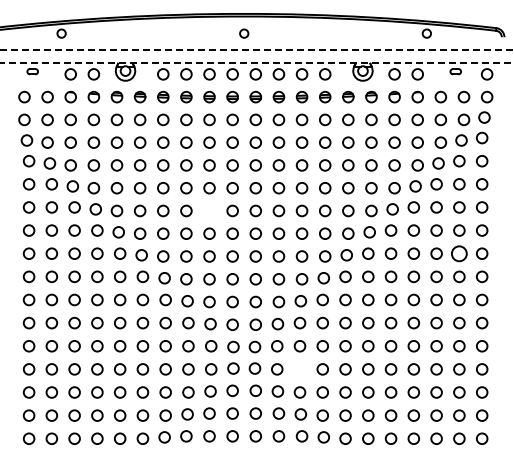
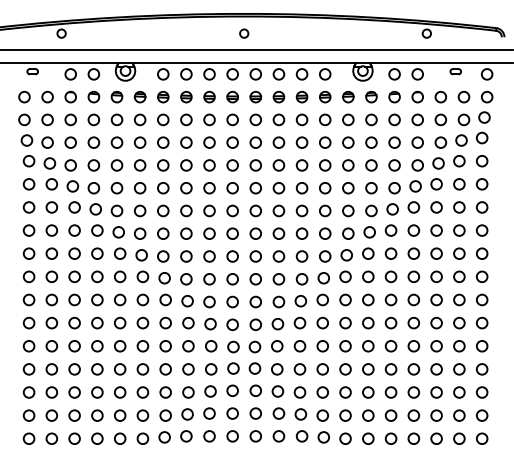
line at (256, 50): dashed -> solid
line at (257, 62): dashed -> solid
circle at (209, 210): none -> present
circle at (459, 253) size: 17x18 px -> 13x13 px
circle at (299, 369): none -> present
